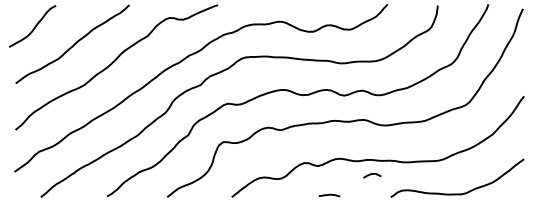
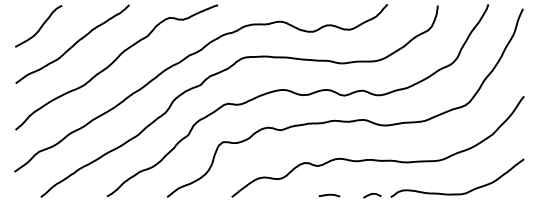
curve at (33, 27) position: (33, 27) -> (39, 27)
curve at (372, 174) position: (372, 174) -> (372, 194)
